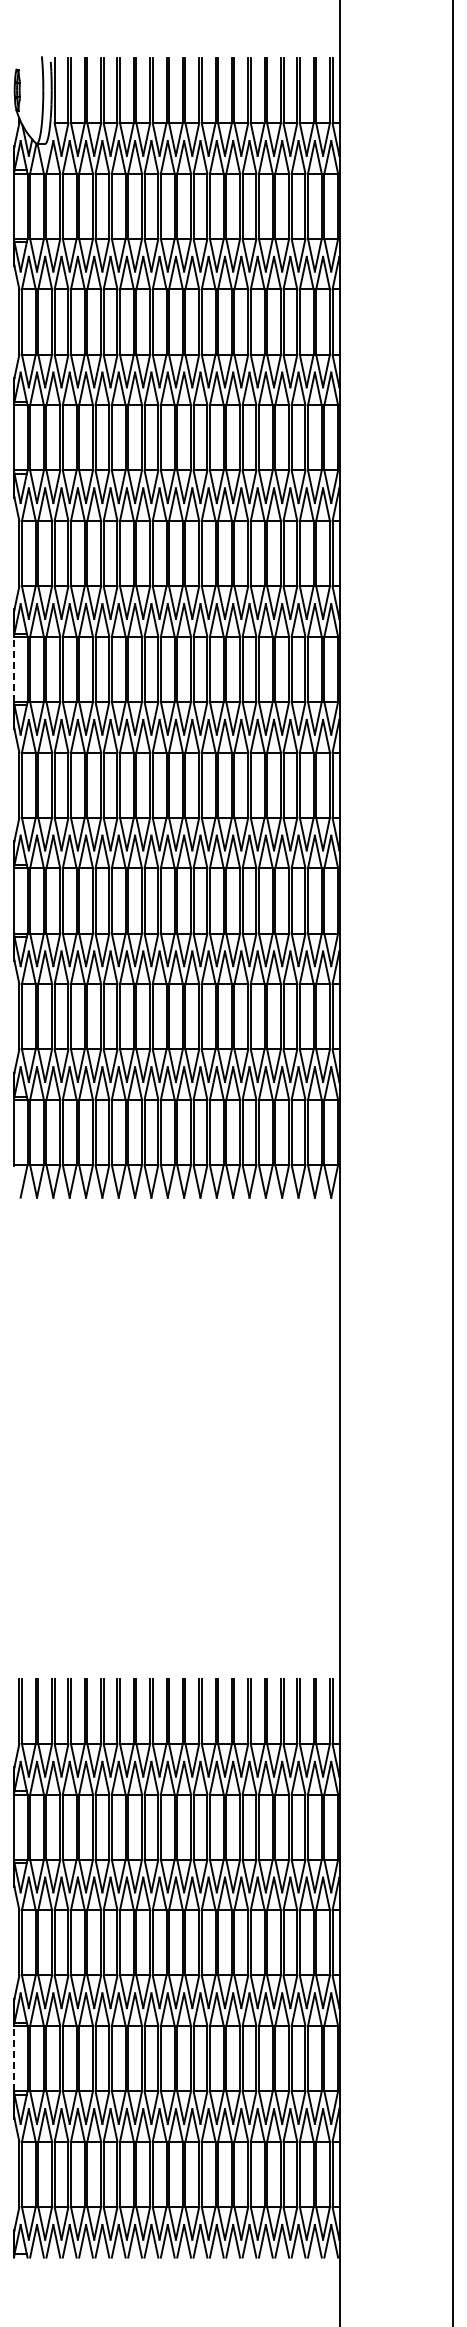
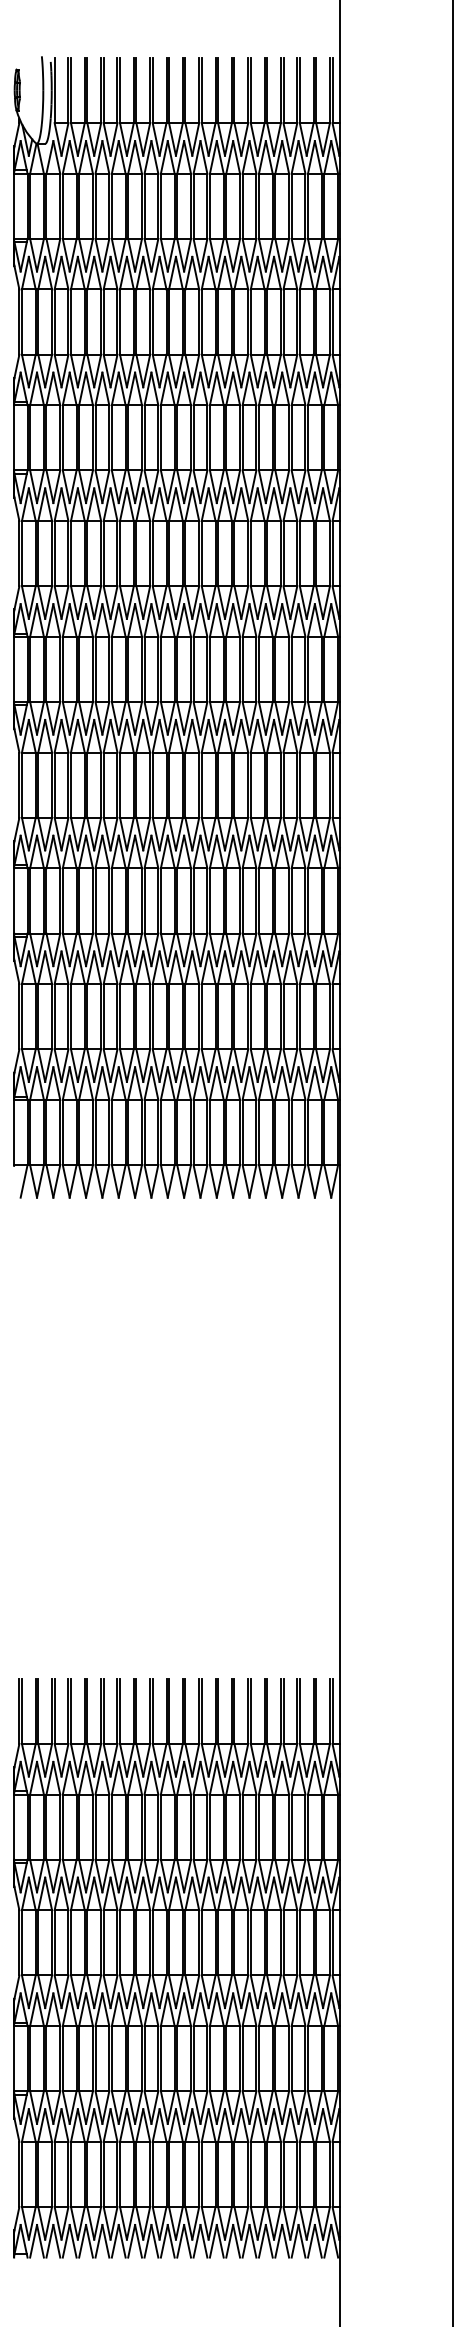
line at (14, 669): dashed -> solid
line at (14, 2058): dashed -> solid
